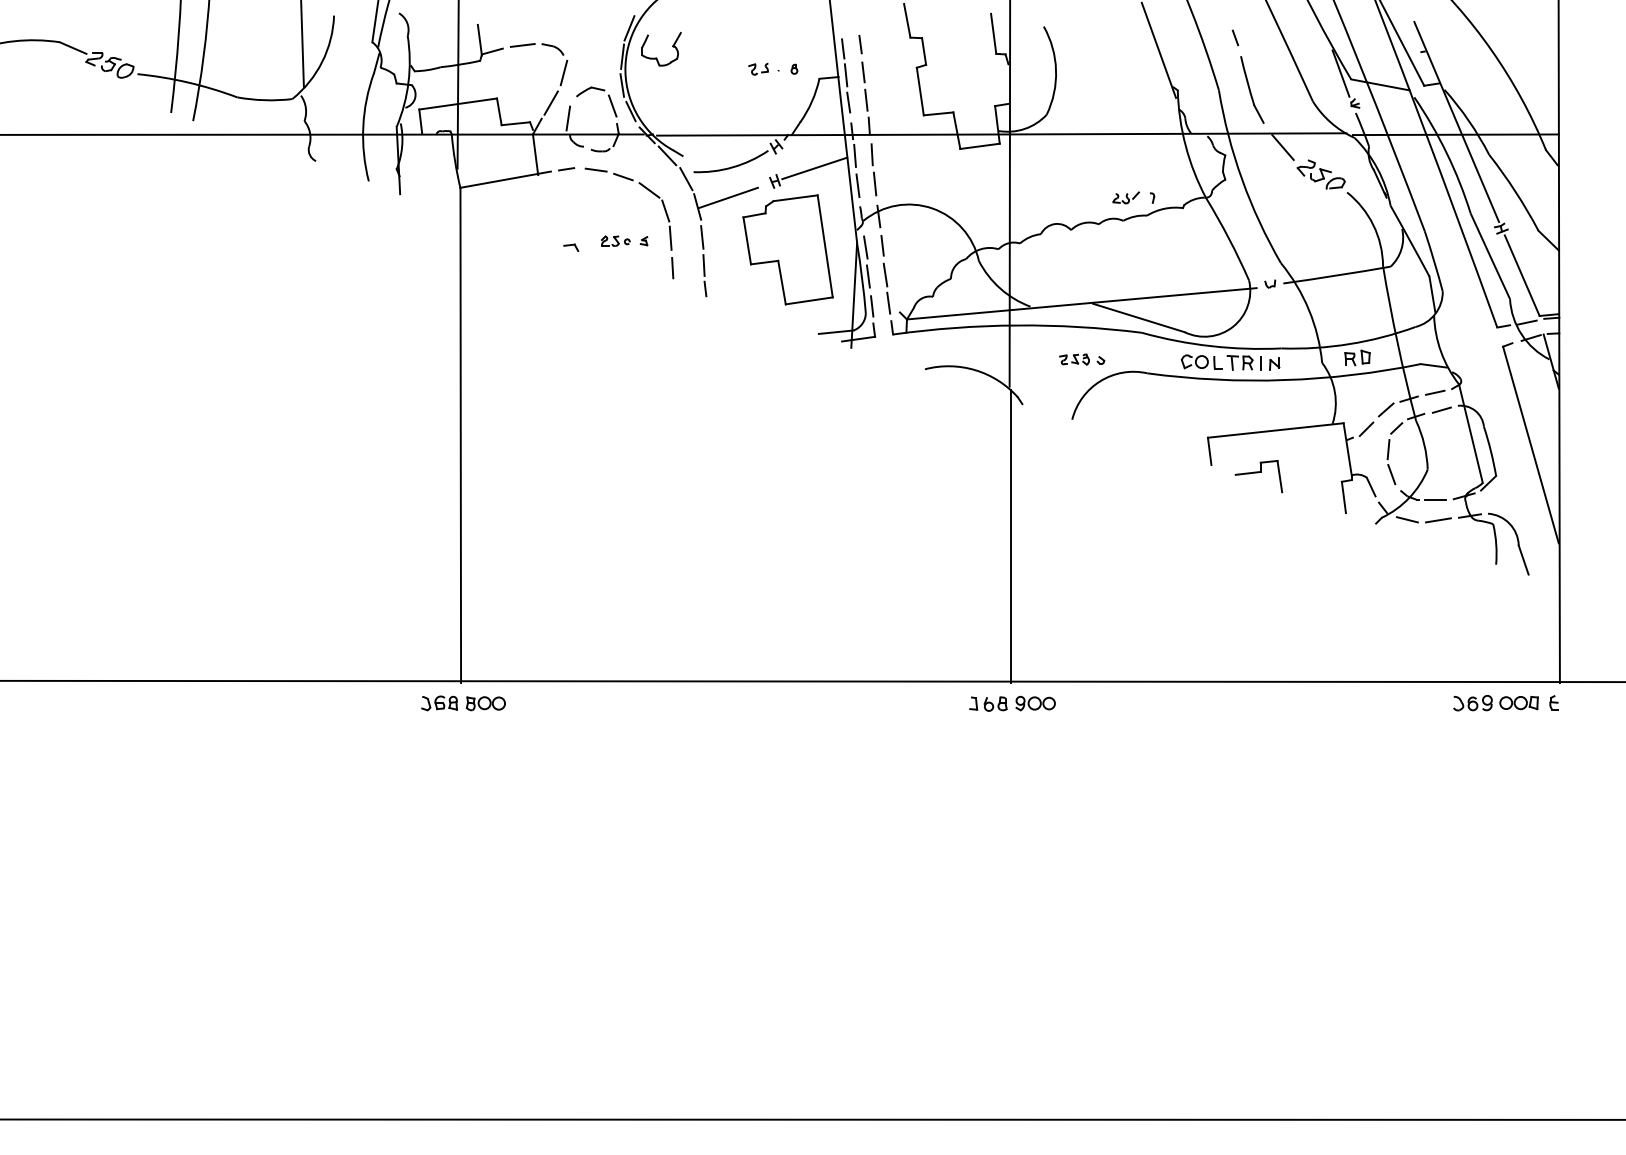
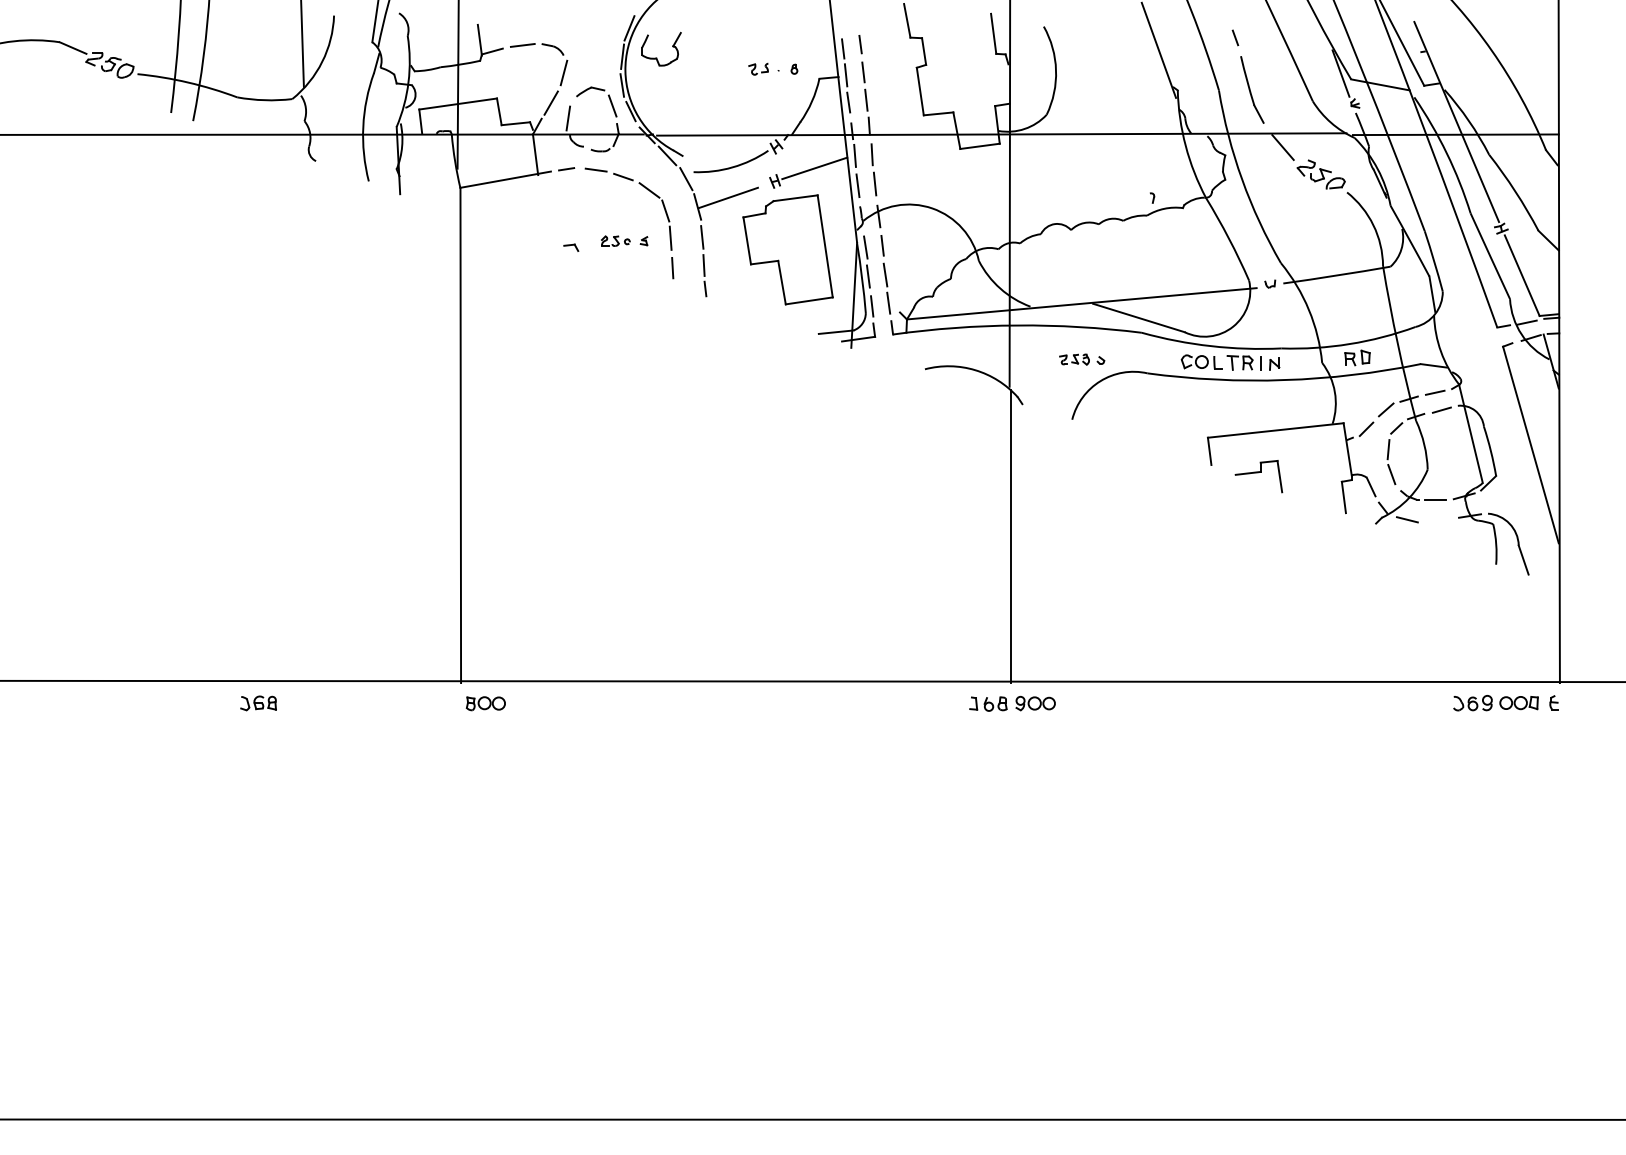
part at (1125, 197): present -> none
line at (1437, 520): present -> none
part at (439, 703) position: (439, 703) -> (258, 703)
